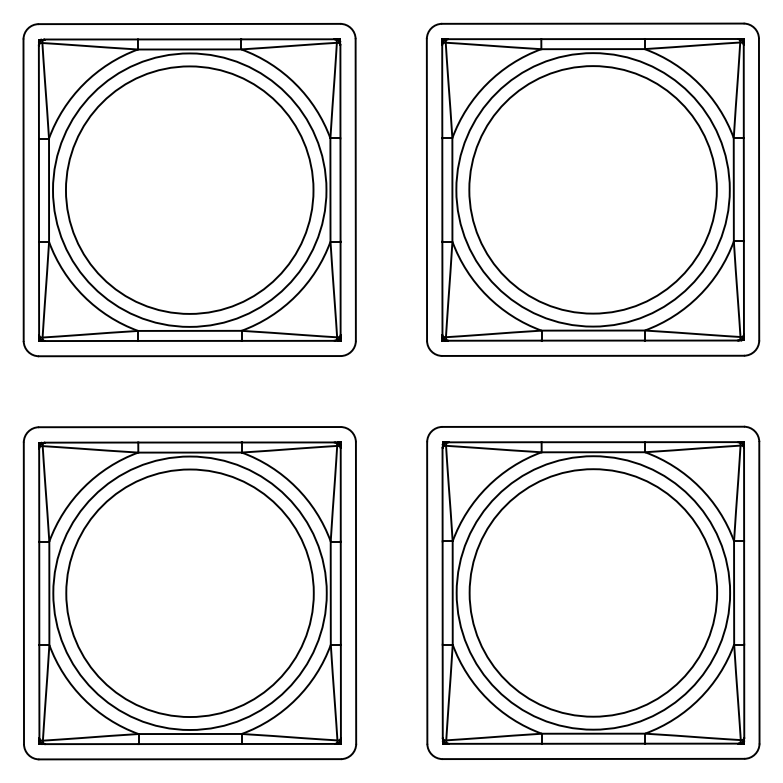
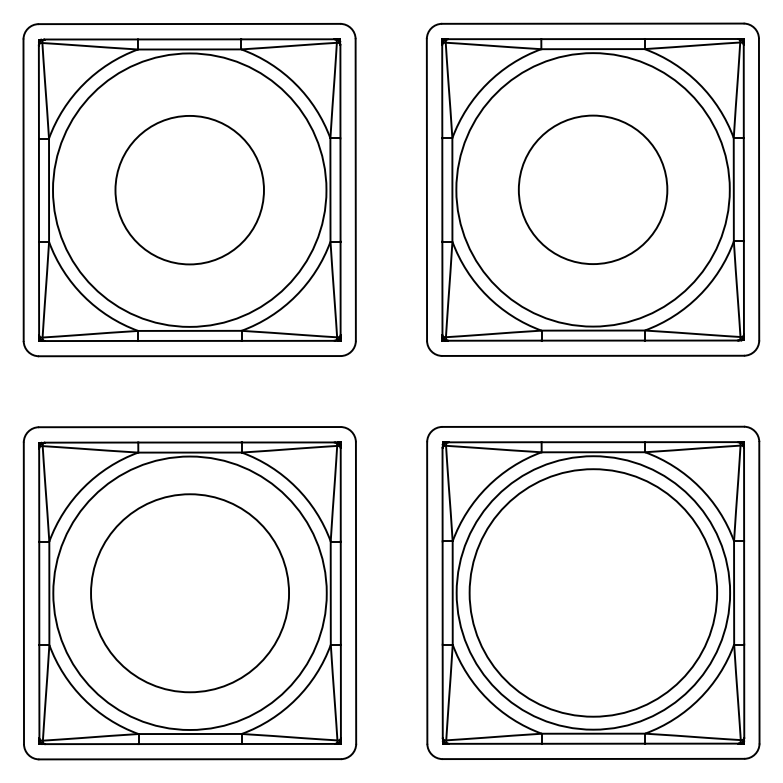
circle at (189, 189) diameter: 248 px -> 149 px
circle at (592, 189) diameter: 248 px -> 149 px
circle at (189, 593) diameter: 248 px -> 198 px
